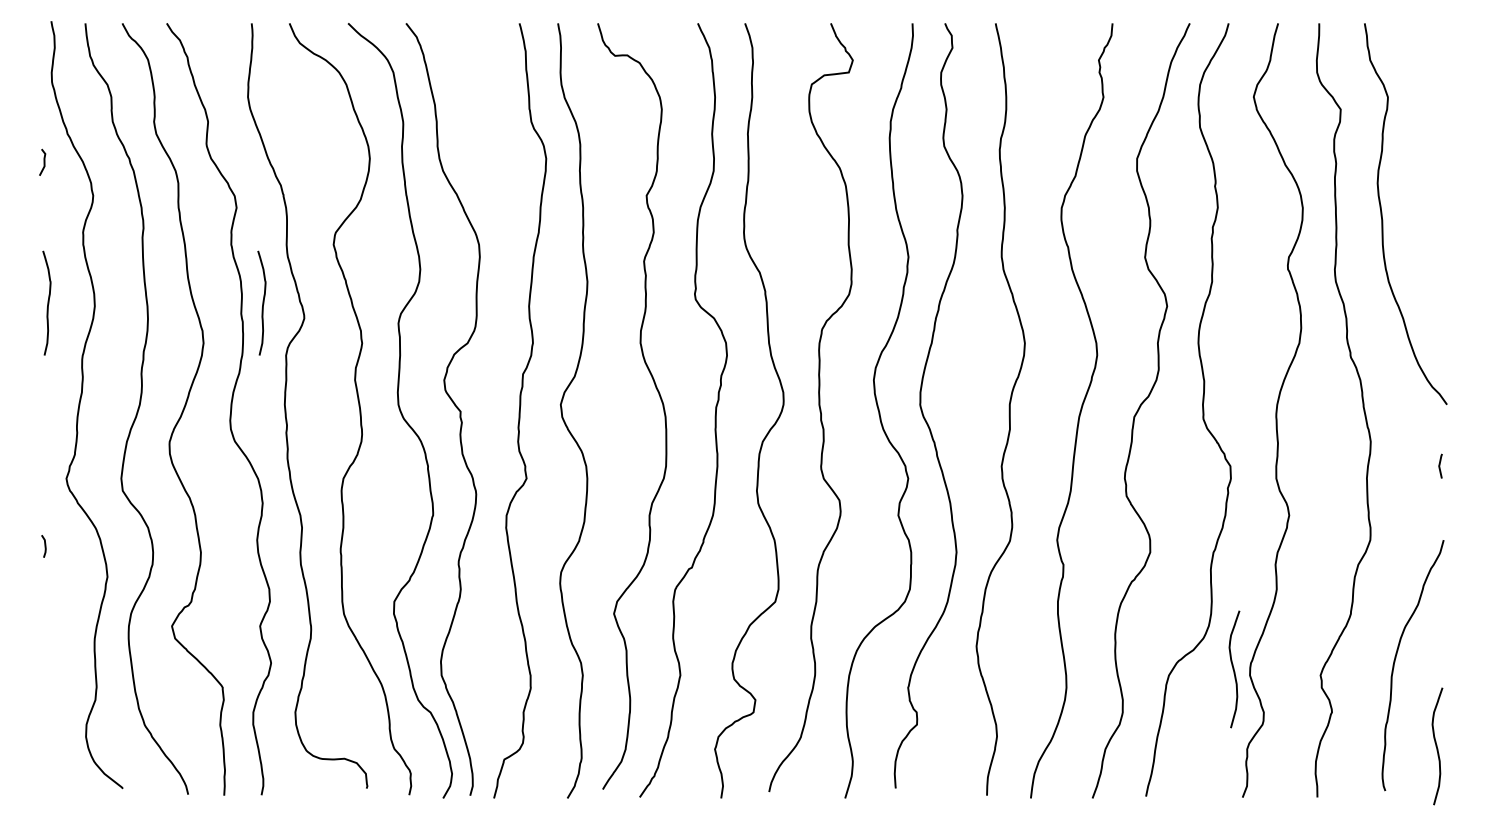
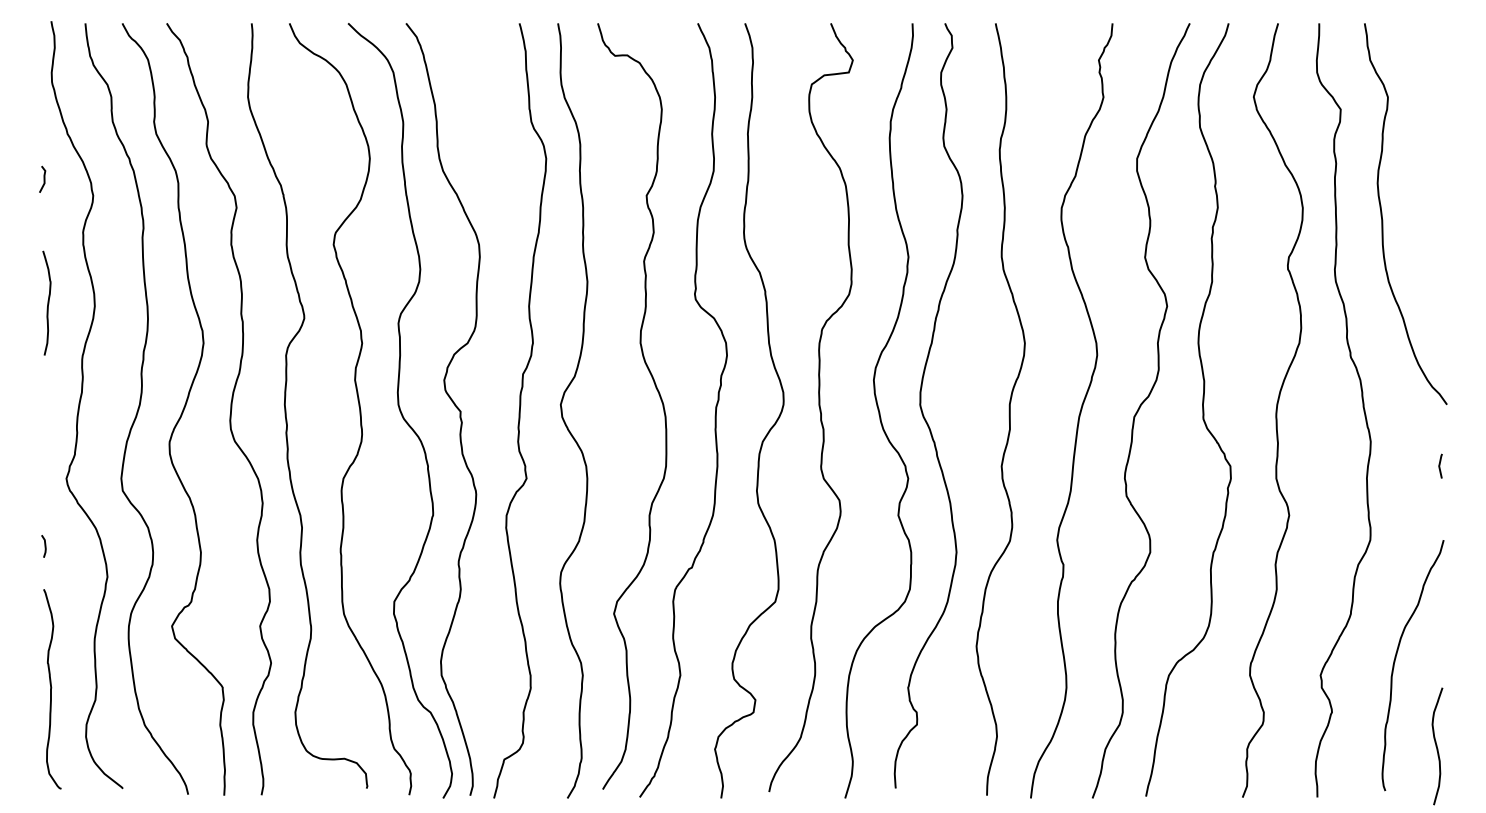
line at (43, 161) position: (43, 161) -> (43, 178)
curve at (262, 302): present -> none
curve at (1234, 669): present -> none
curve at (51, 689): none -> present
